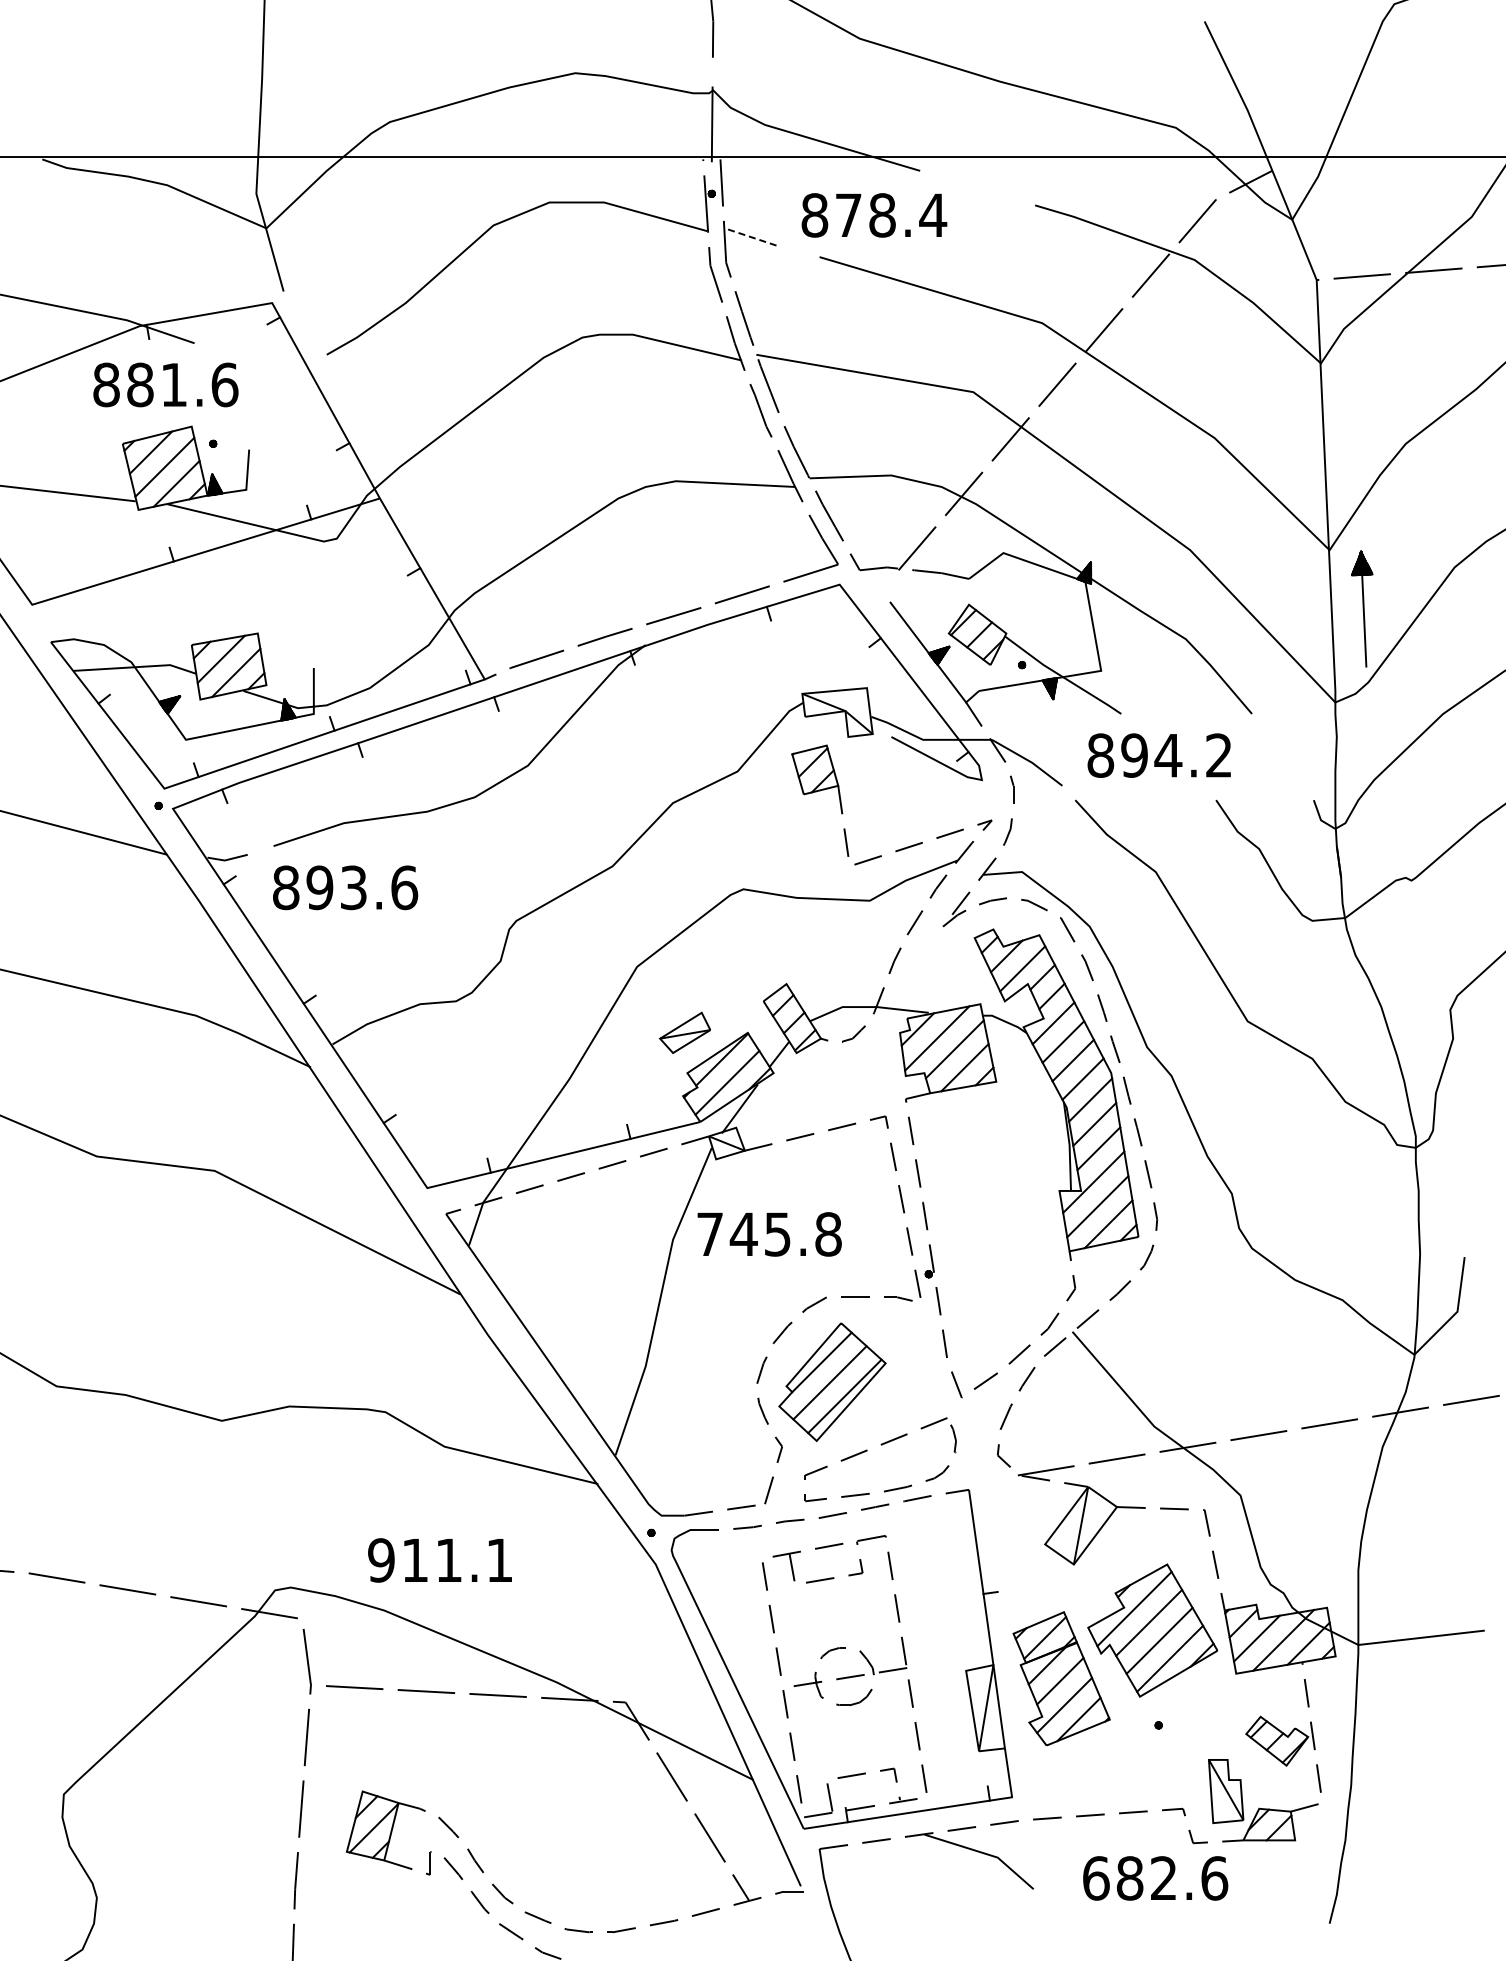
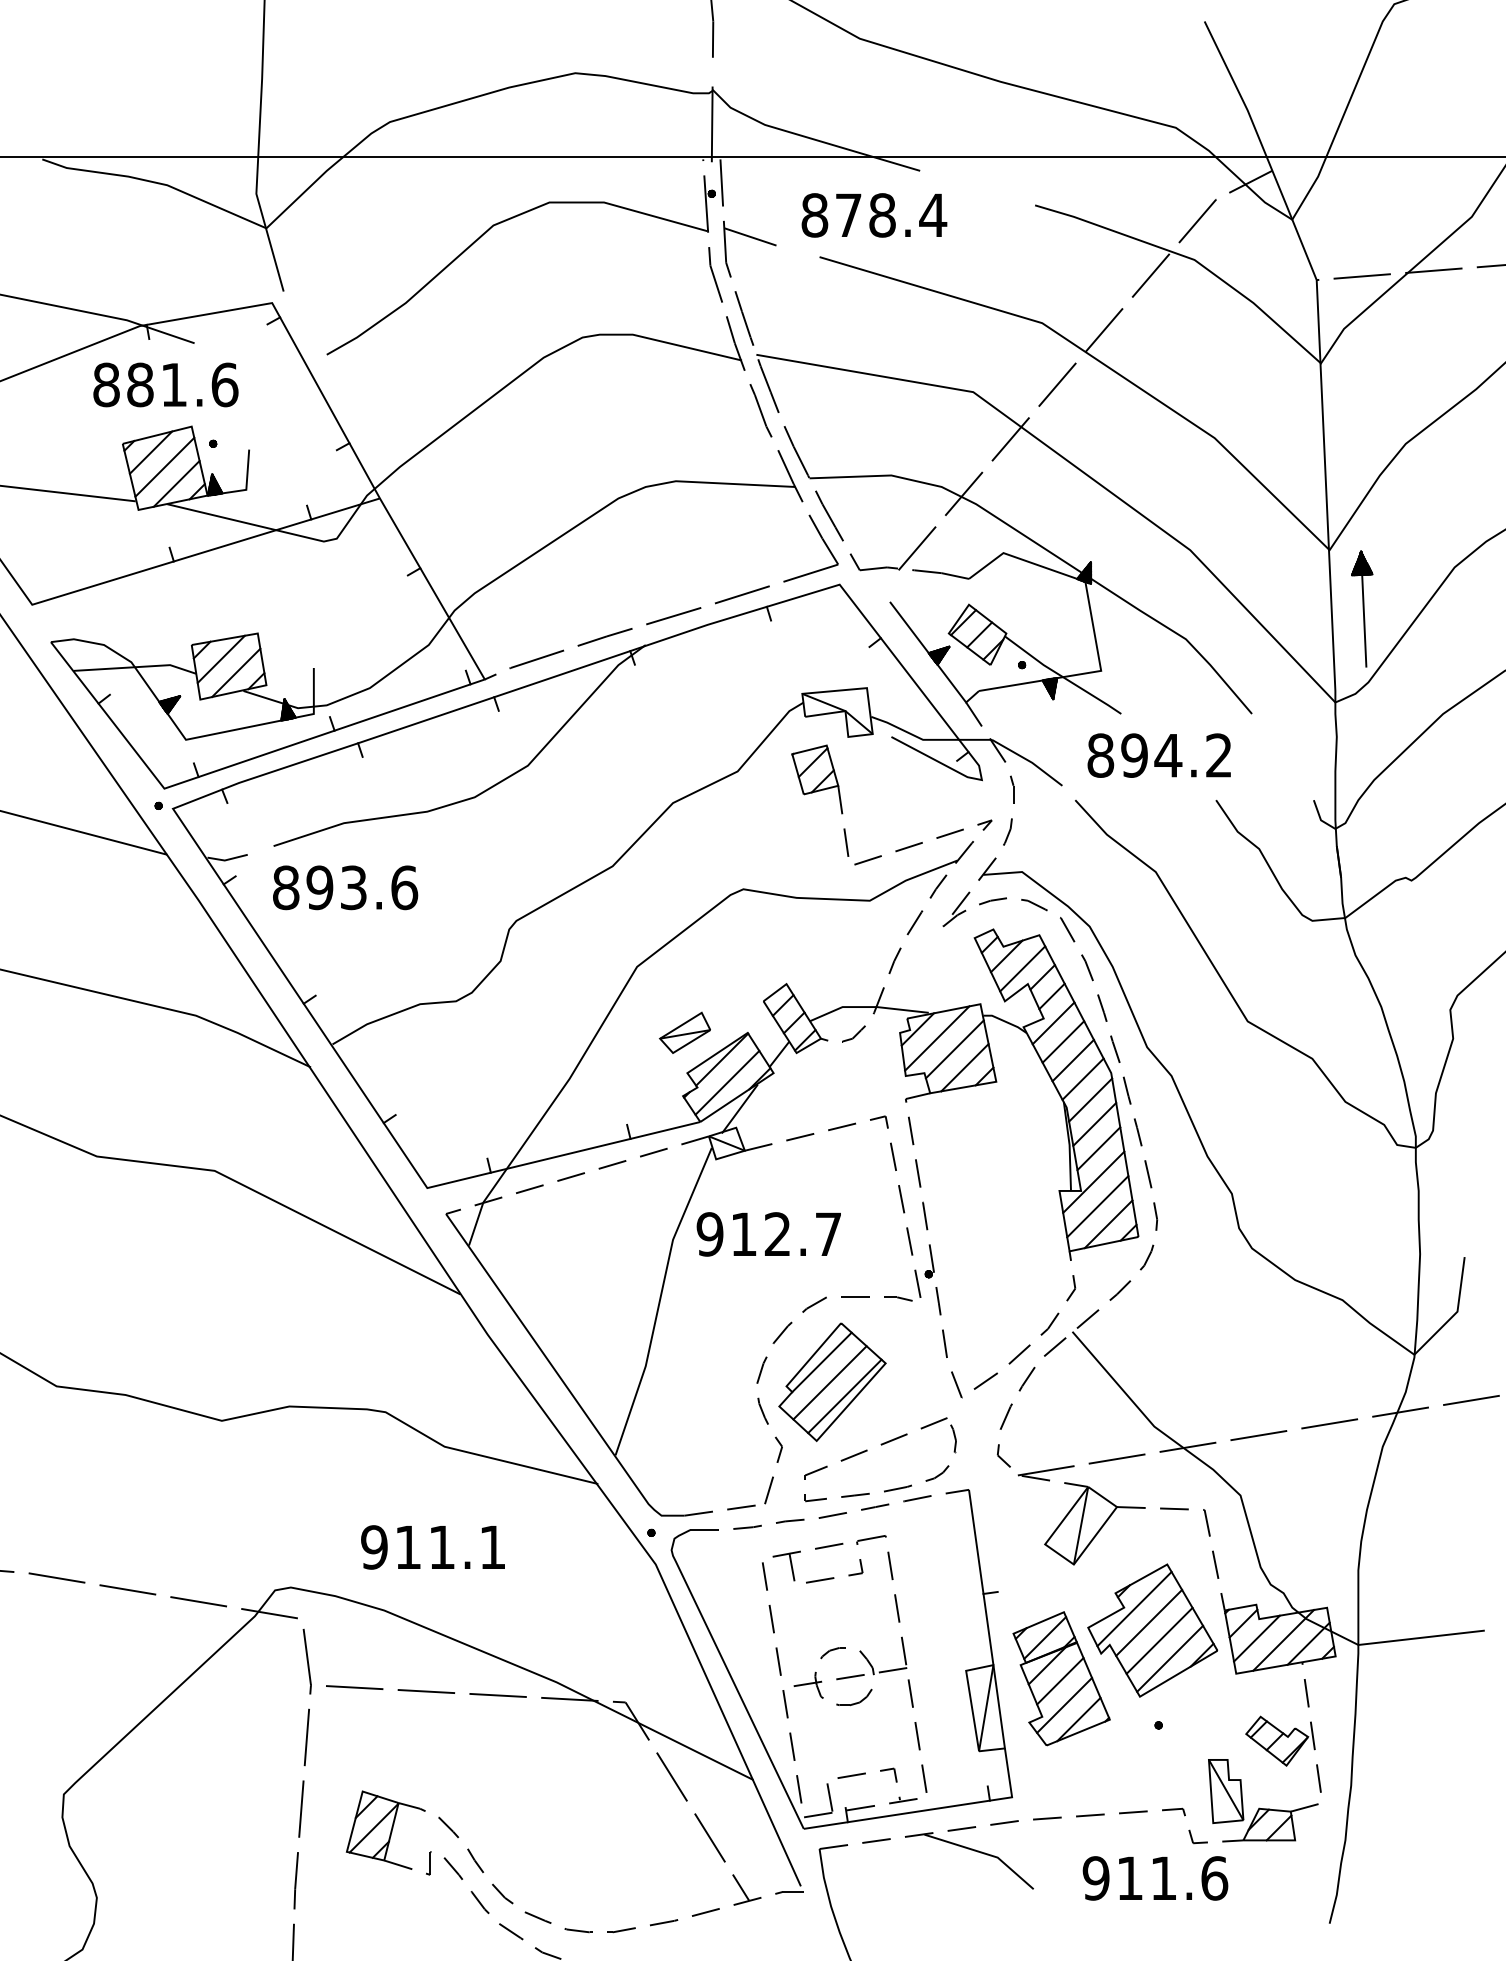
line at (750, 236): dashed -> solid
text at (768, 1234): 745.8 -> 912.7
text at (439, 1560) position: (439, 1560) -> (432, 1547)
text at (1128, 1878): 682.6 -> 911.6
